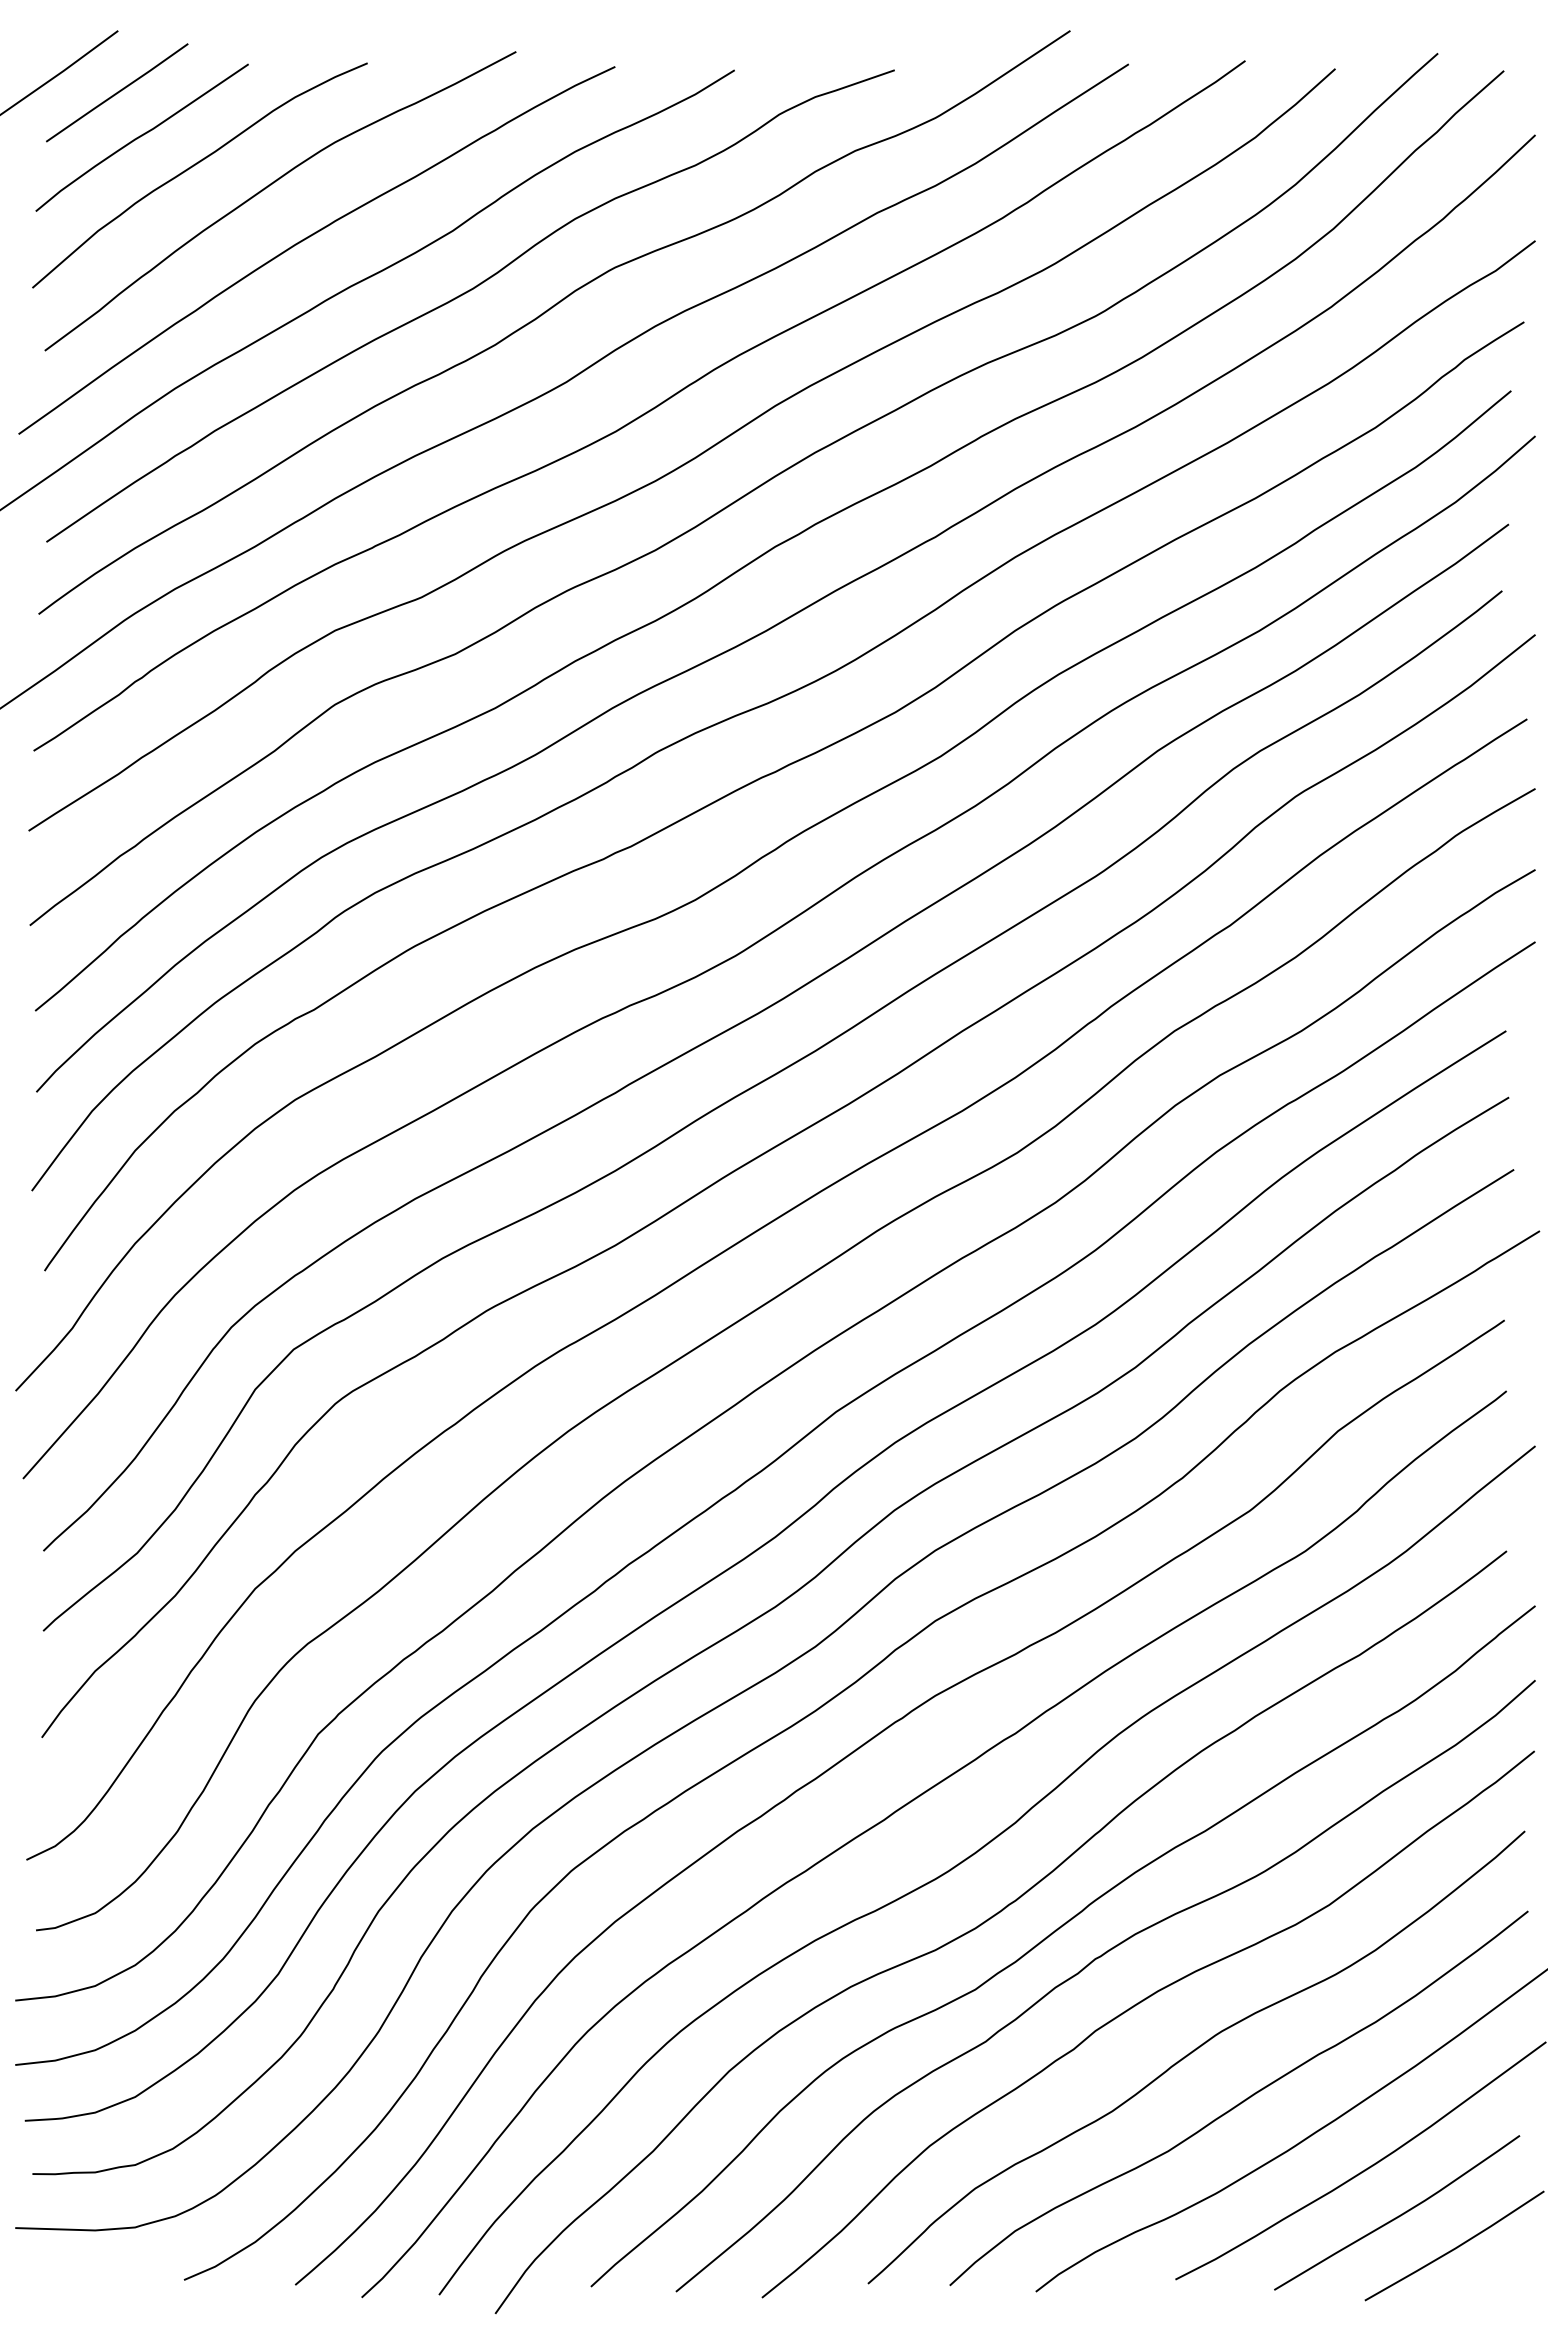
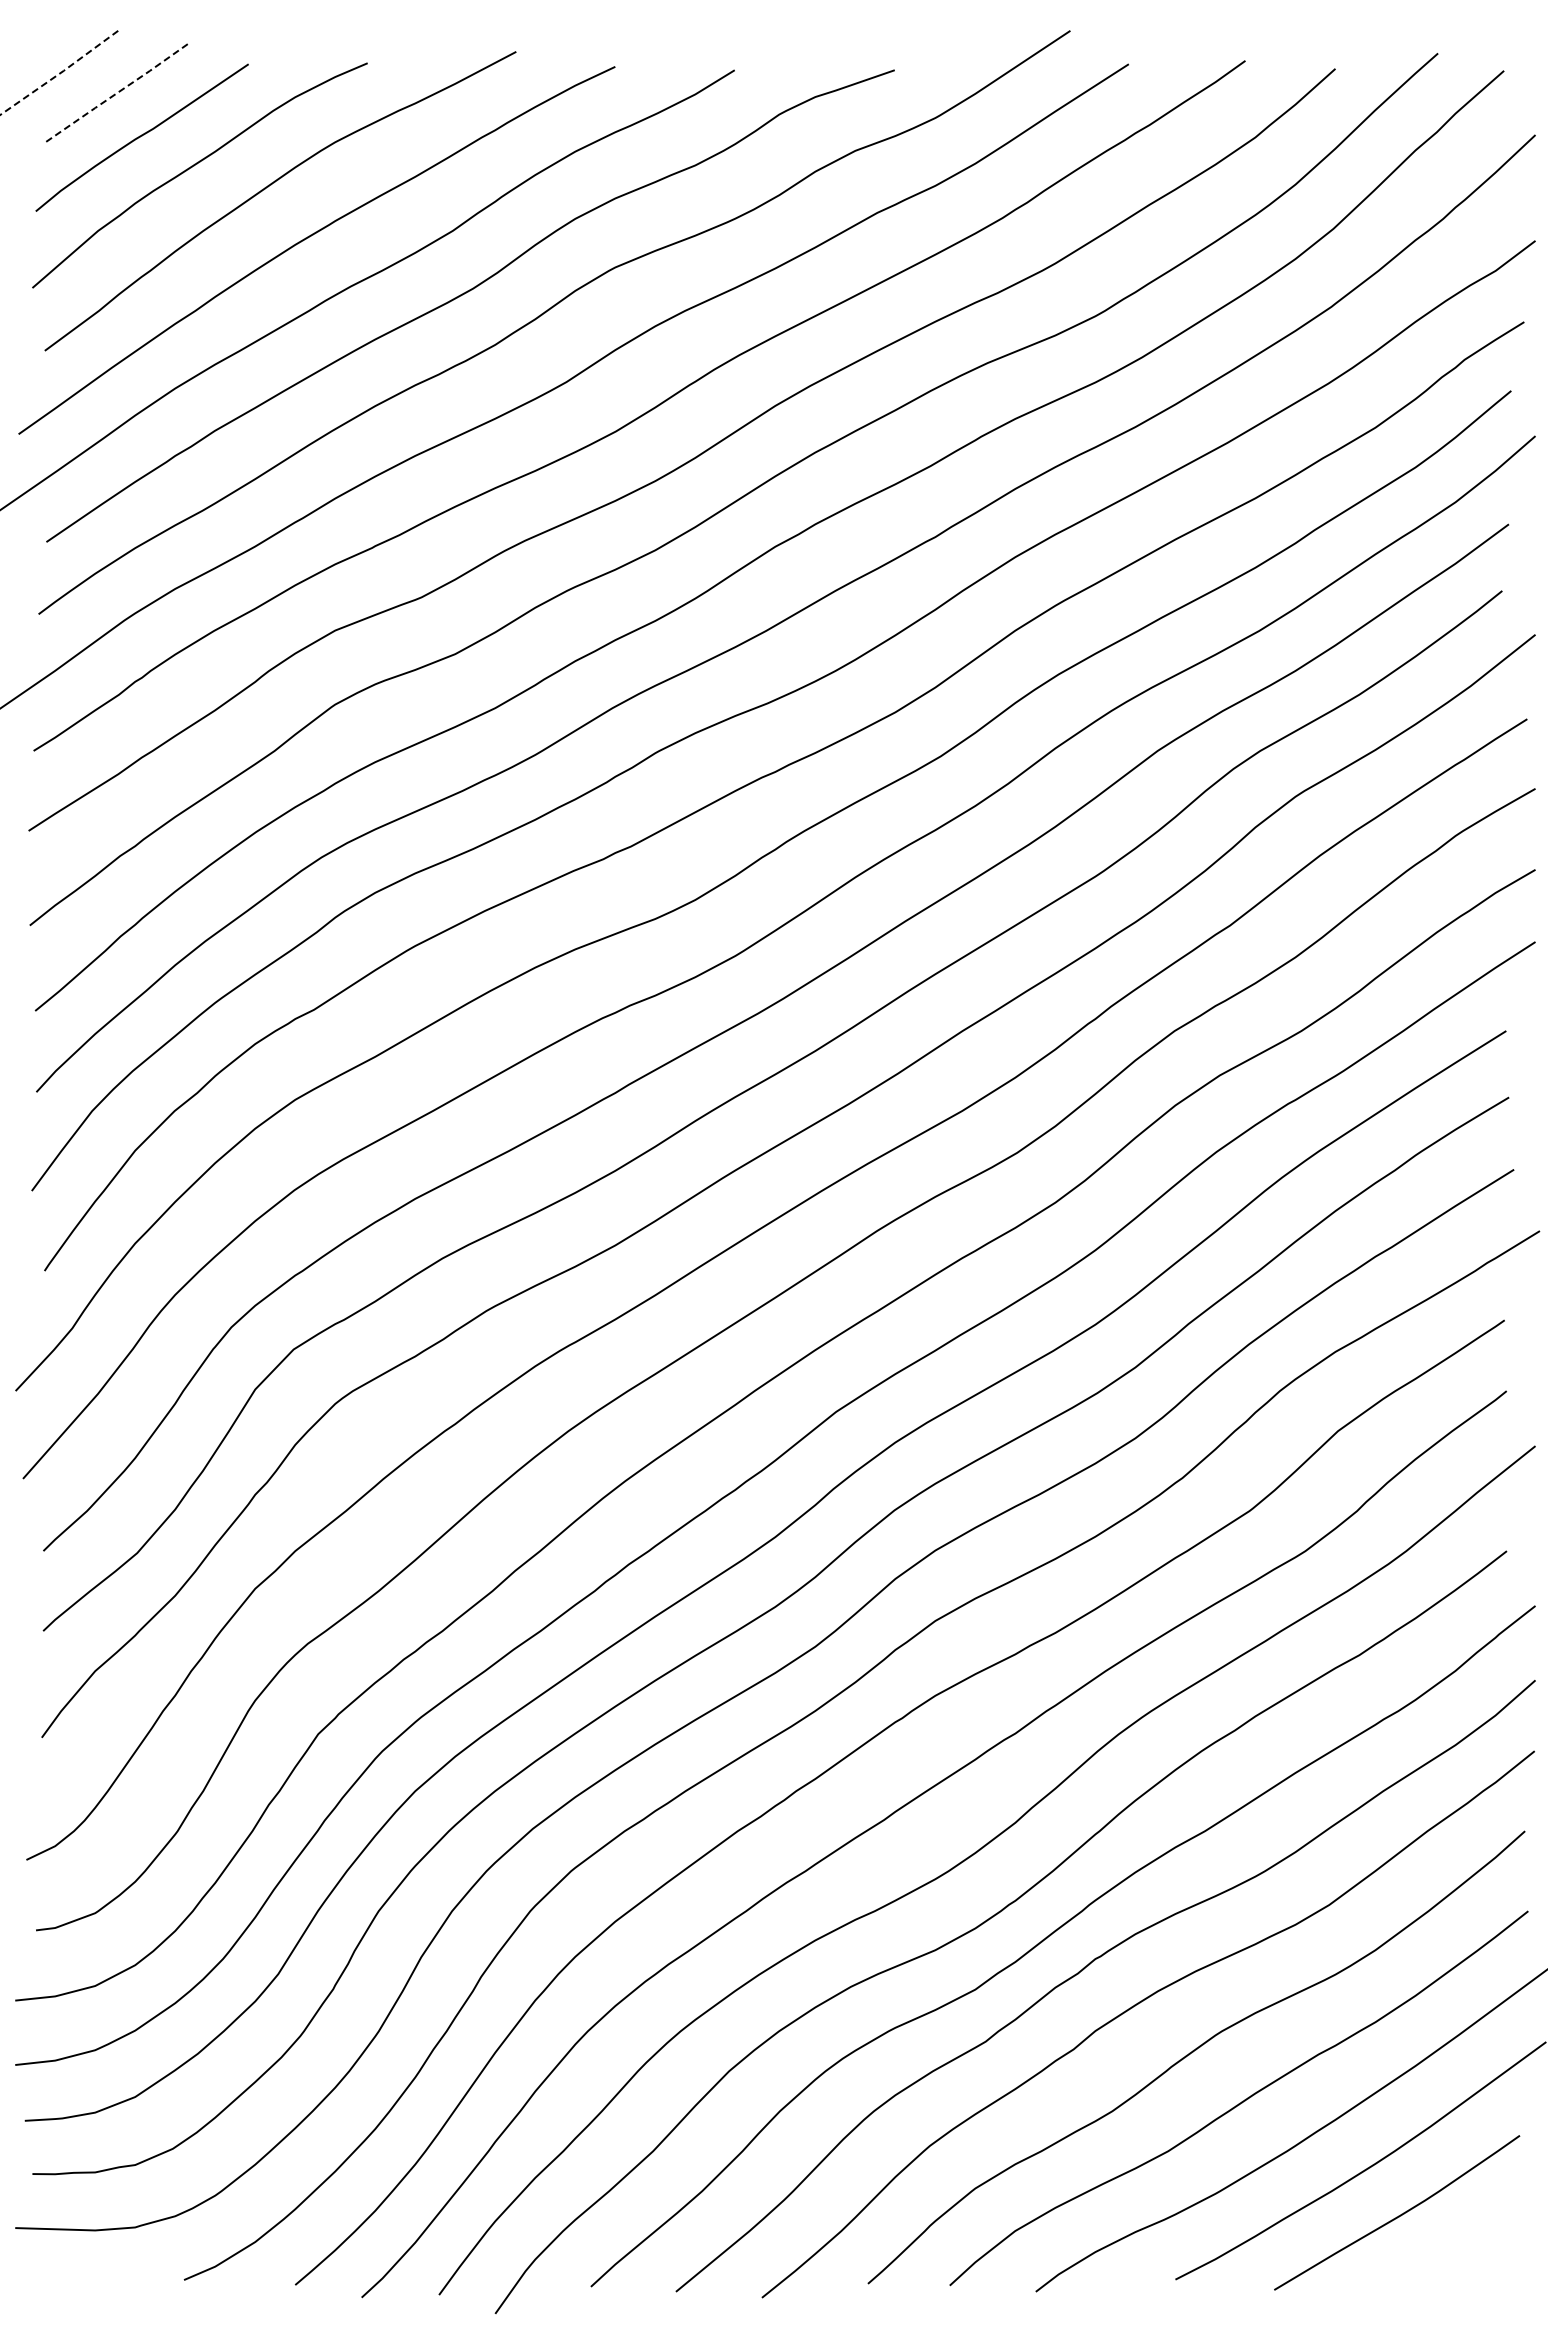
line at (60, 73): solid -> dashed
line at (117, 93): solid -> dashed
line at (1456, 2246): present -> none
